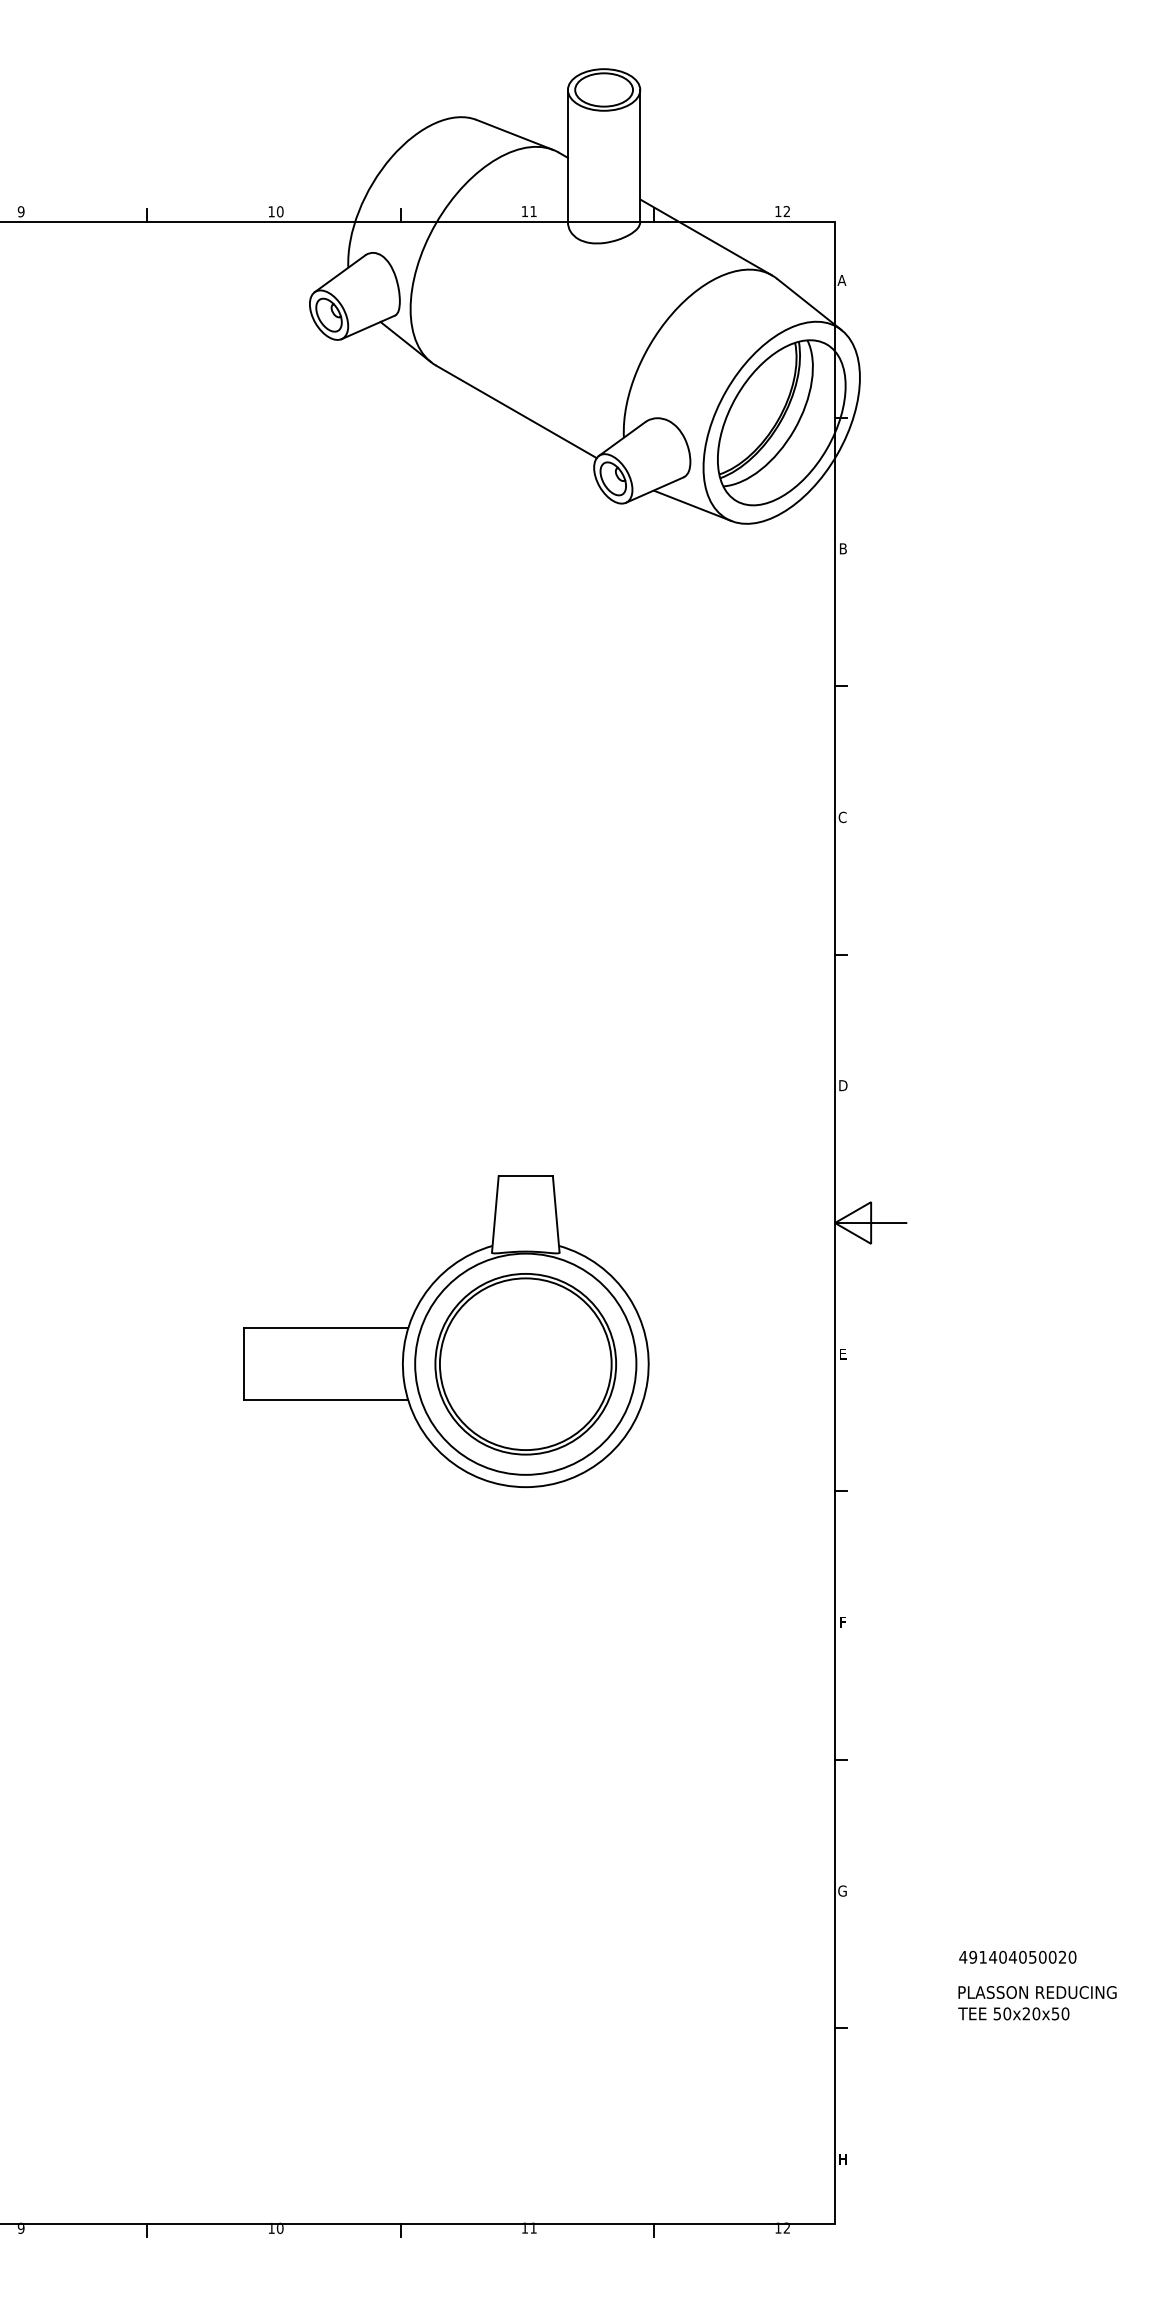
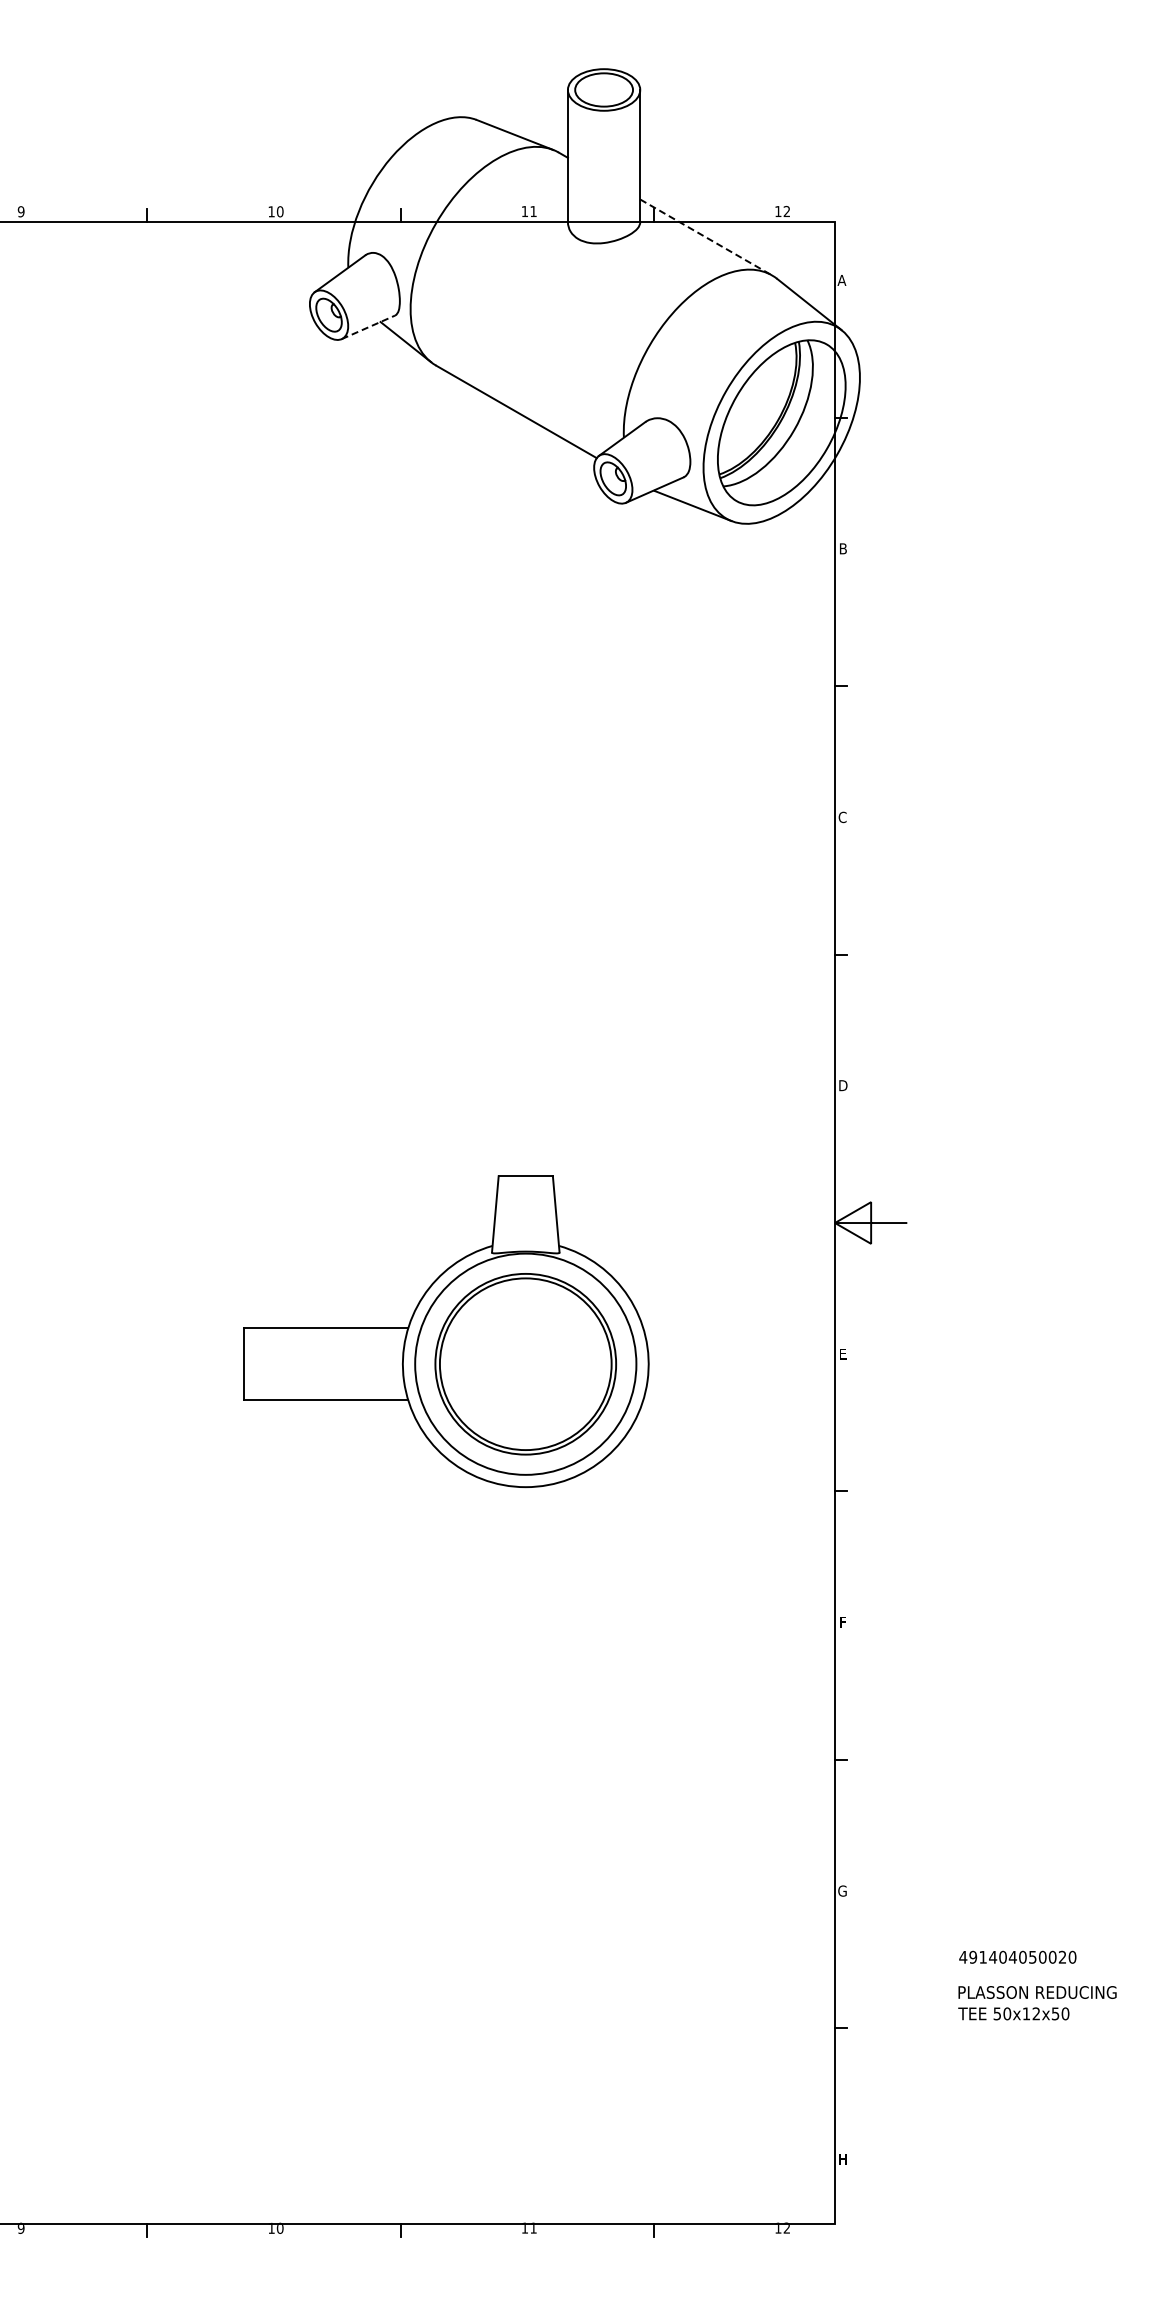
line at (706, 237): solid -> dashed
line at (368, 327): solid -> dashed
text at (1031, 2013): 50x20x50 -> 50x12x50
